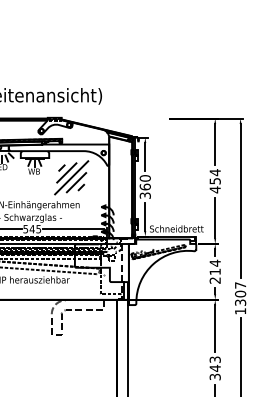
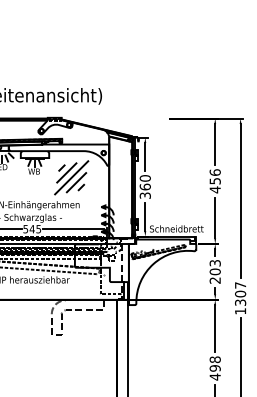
text at (214, 172): 454 -> 456
text at (214, 267): 214 -> 203
text at (214, 368): 343 -> 498
